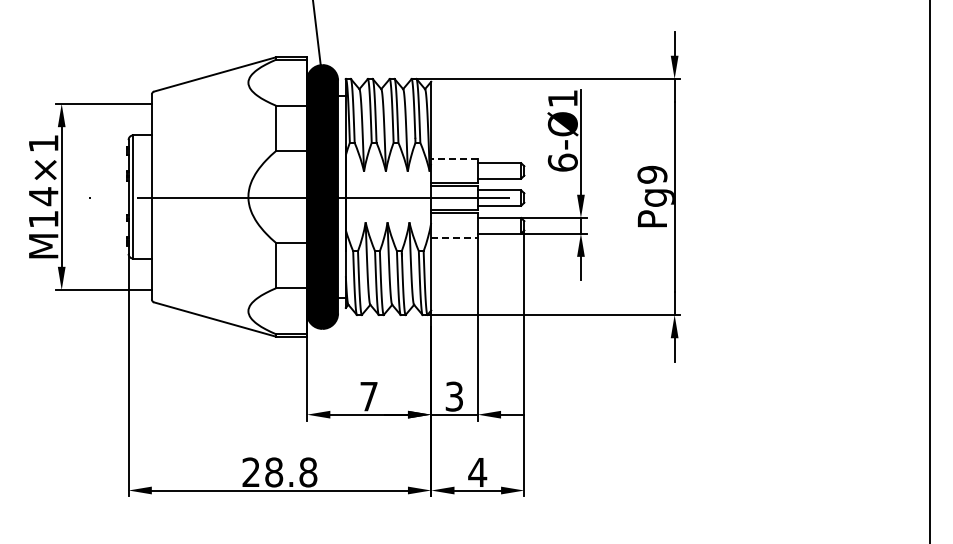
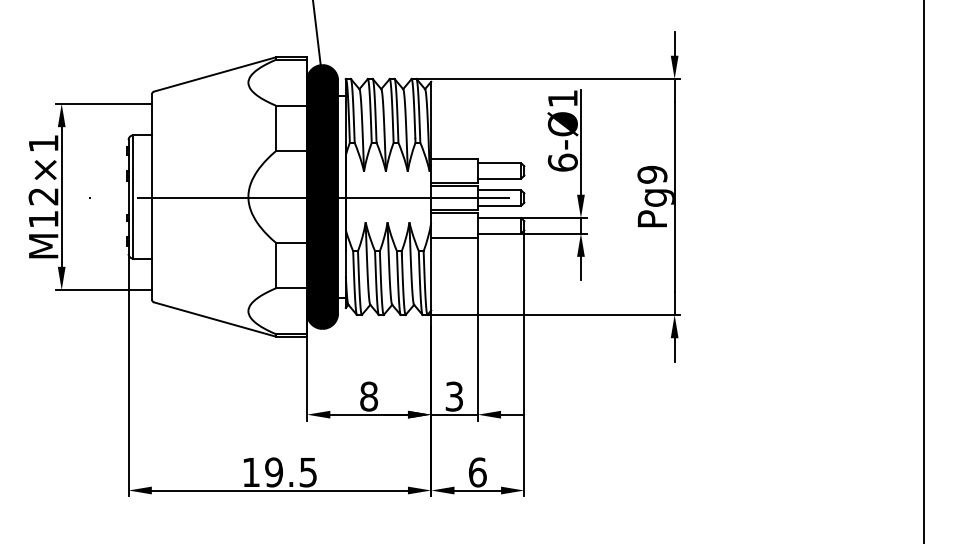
line at (454, 158): dashed -> solid
text at (43, 196): M14×1 -> M12×1
line at (455, 238): dashed -> solid
line at (930, 271) position: (930, 271) -> (924, 271)
text at (369, 396): 7 -> 8
text at (279, 472): 28.8 -> 19.5
text at (477, 472): 4 -> 6
